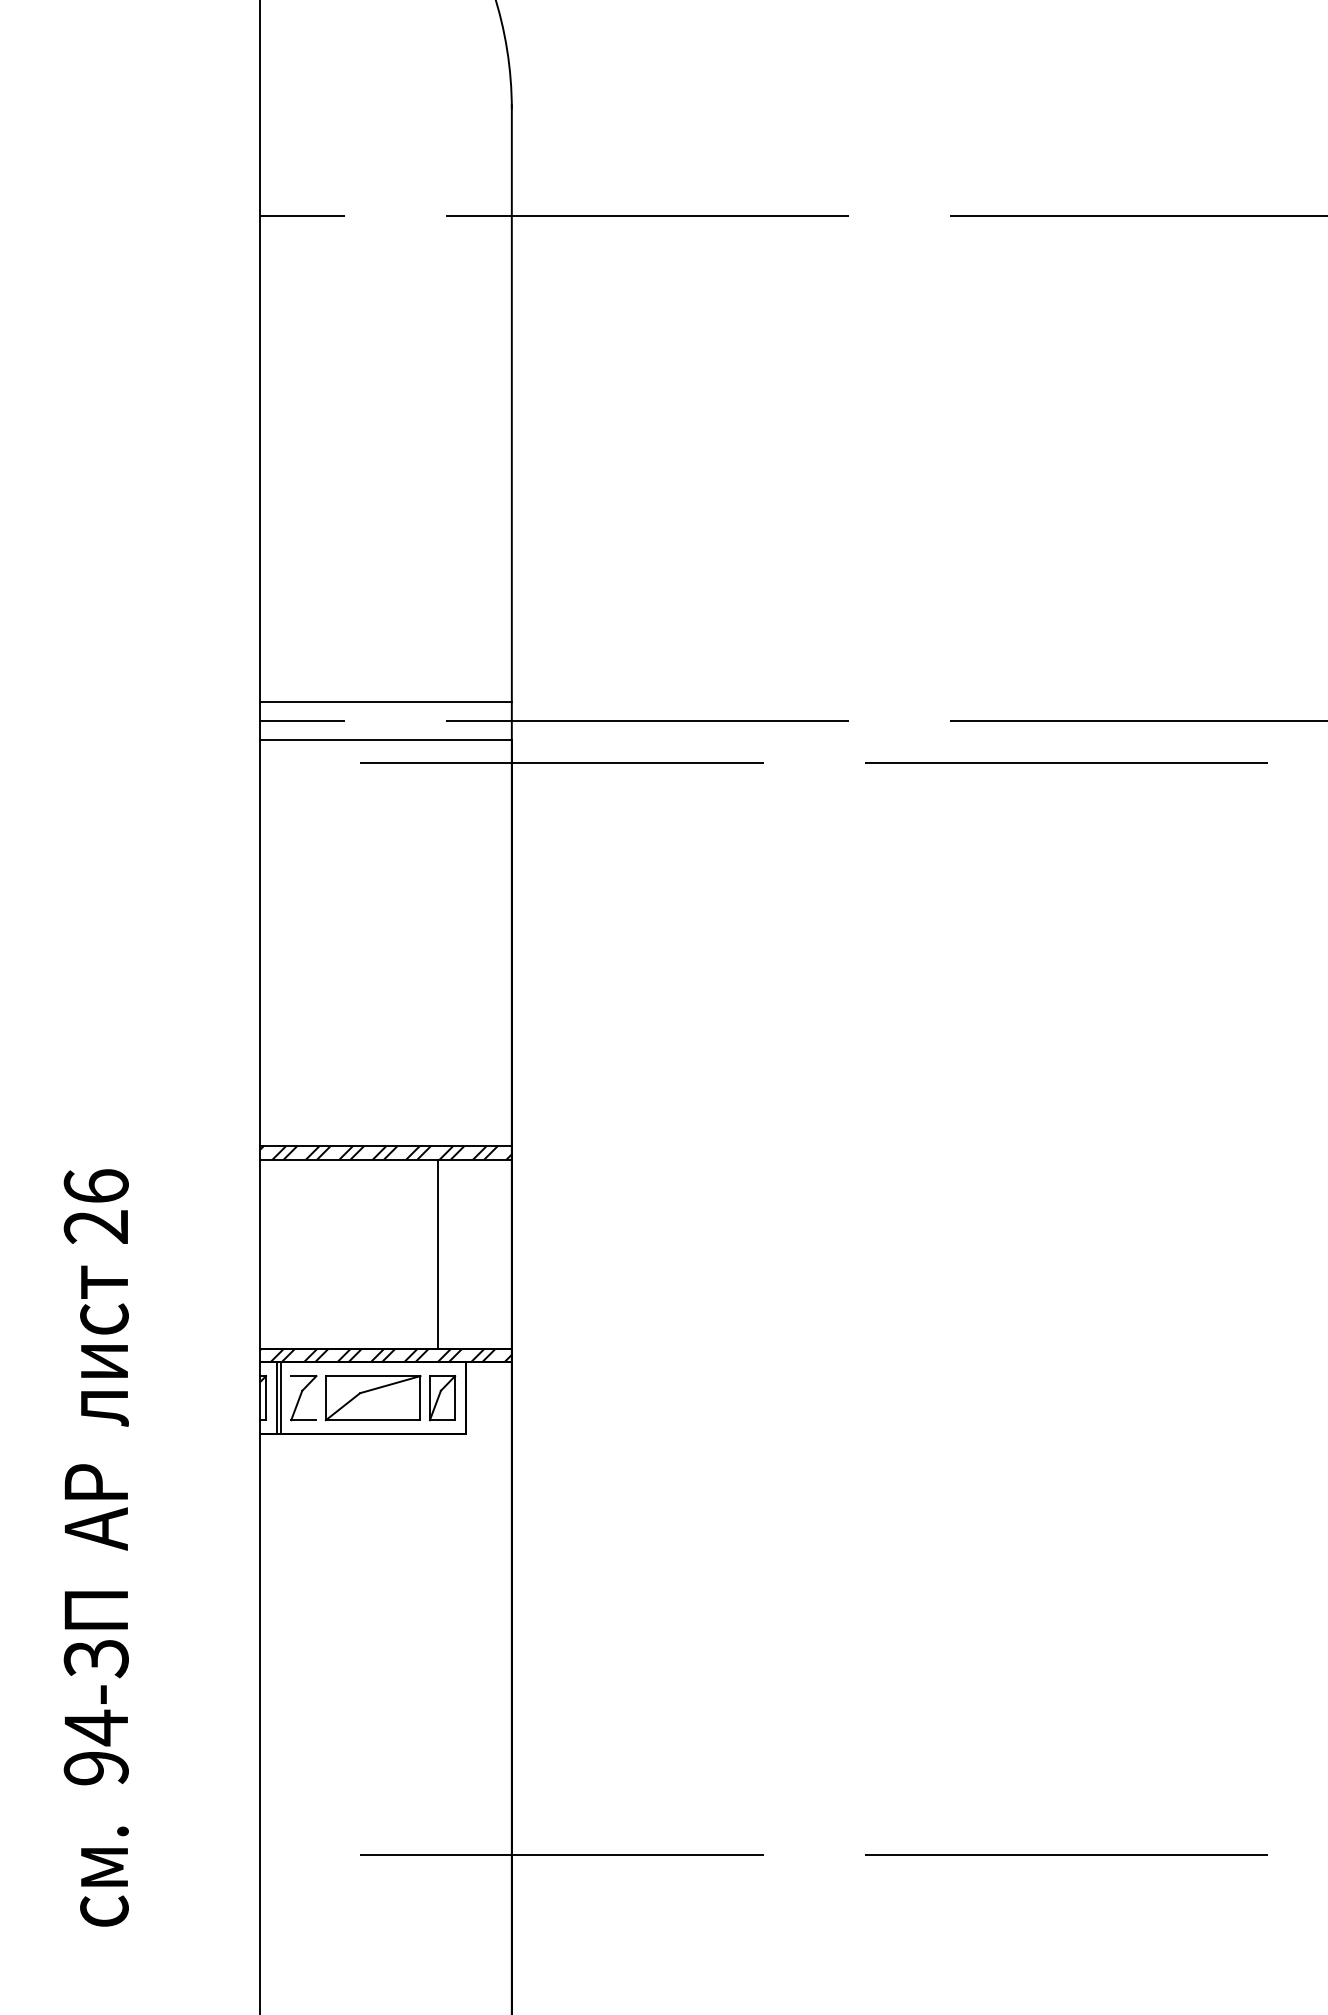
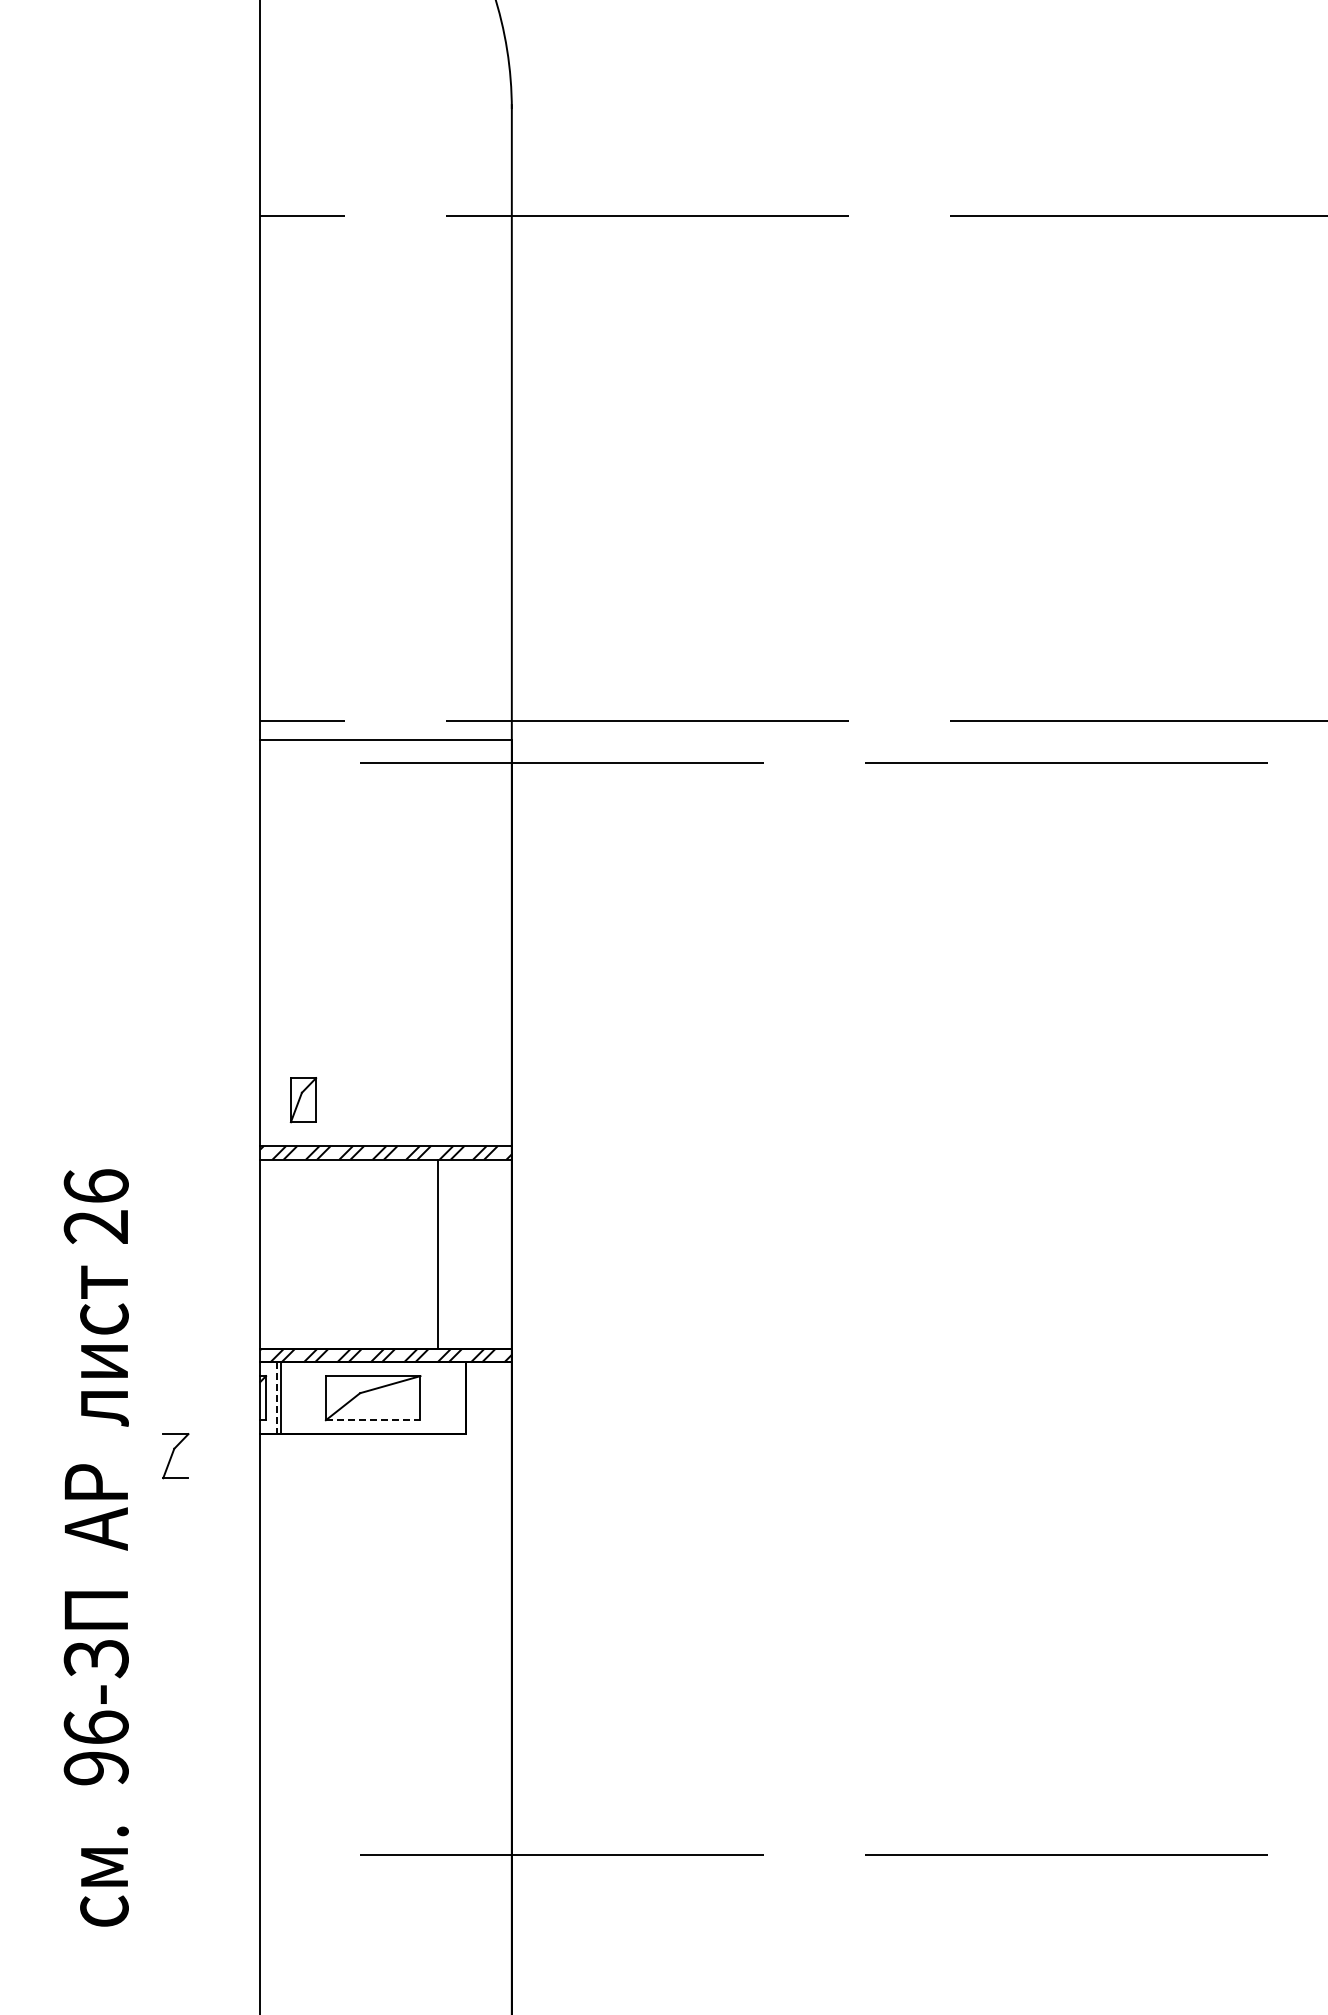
line at (385, 701): present -> none
line at (276, 1398): solid -> dashed
part at (303, 1398) position: (303, 1398) -> (175, 1456)
part at (442, 1398) position: (442, 1398) -> (303, 1100)
line at (373, 1420): solid -> dashed
text at (95, 1727): 94- -> 96-
